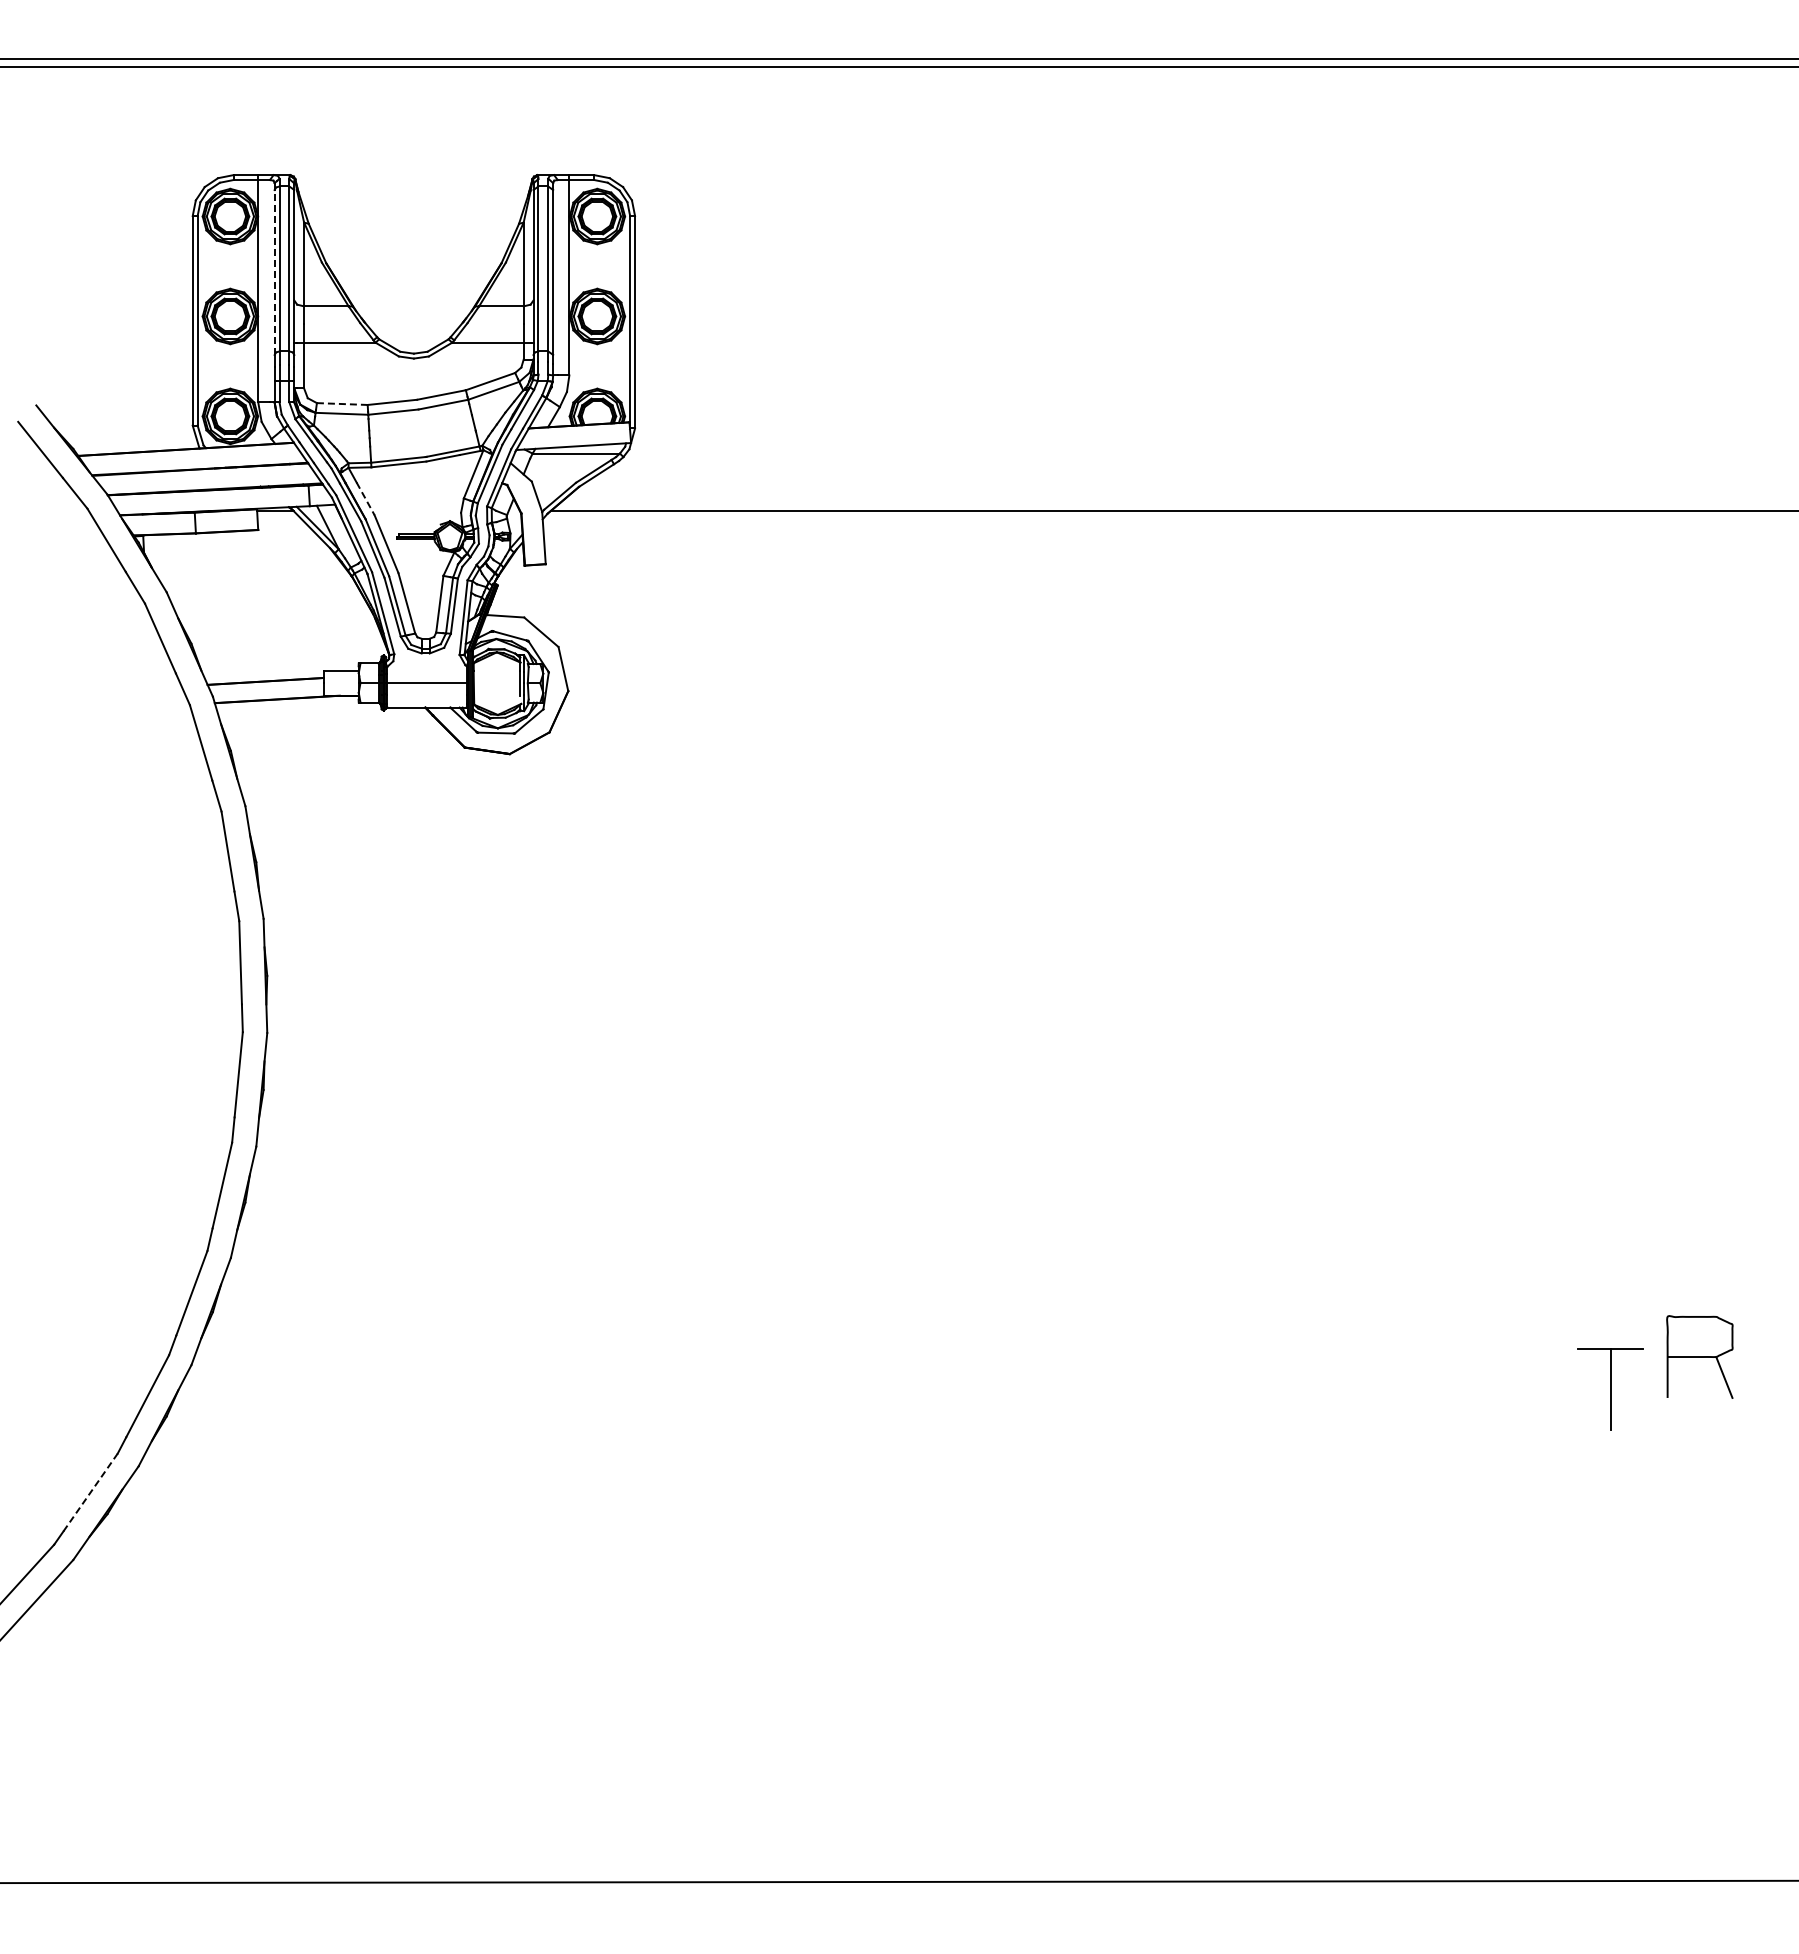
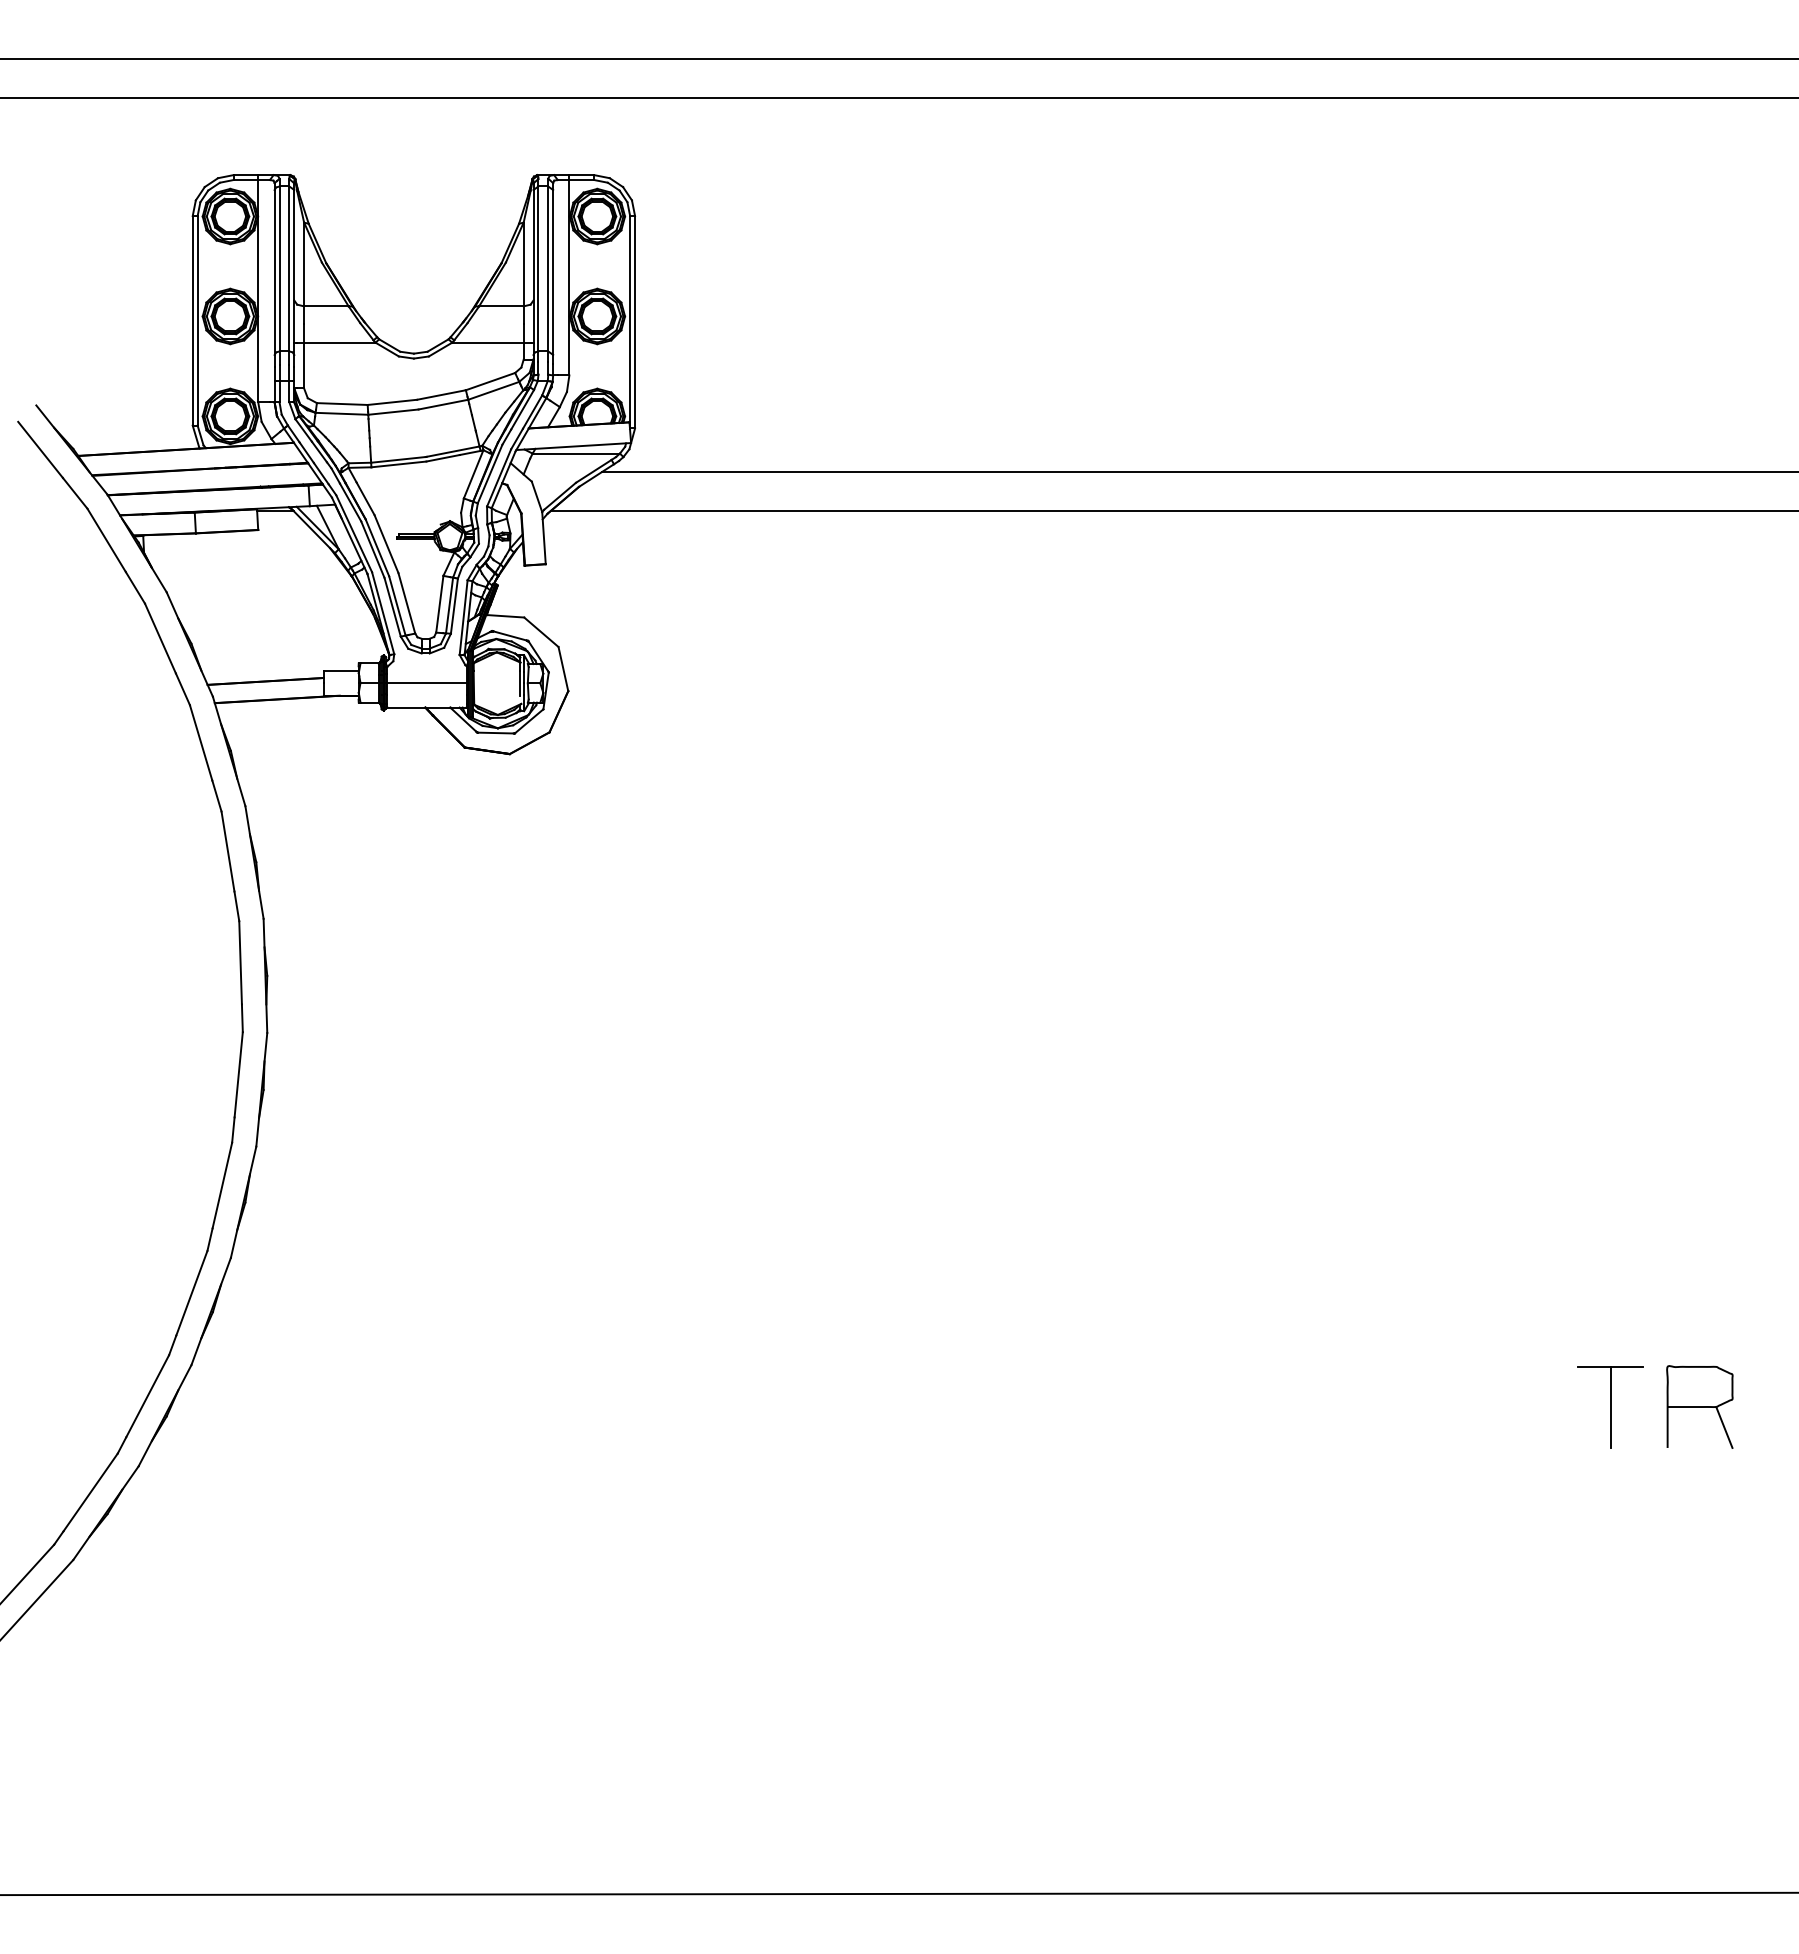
line at (898, 66) position: (898, 66) -> (898, 97)
line at (274, 272): dashed -> solid
line at (342, 404): dashed -> solid
line at (1198, 472): none -> present
line at (365, 498): dashed -> solid
part at (1699, 1356) position: (1699, 1356) -> (1699, 1406)
part at (1610, 1389) position: (1610, 1389) -> (1610, 1407)
line at (90, 1492): dashed -> solid
line at (898, 1881) position: (898, 1881) -> (898, 1893)
